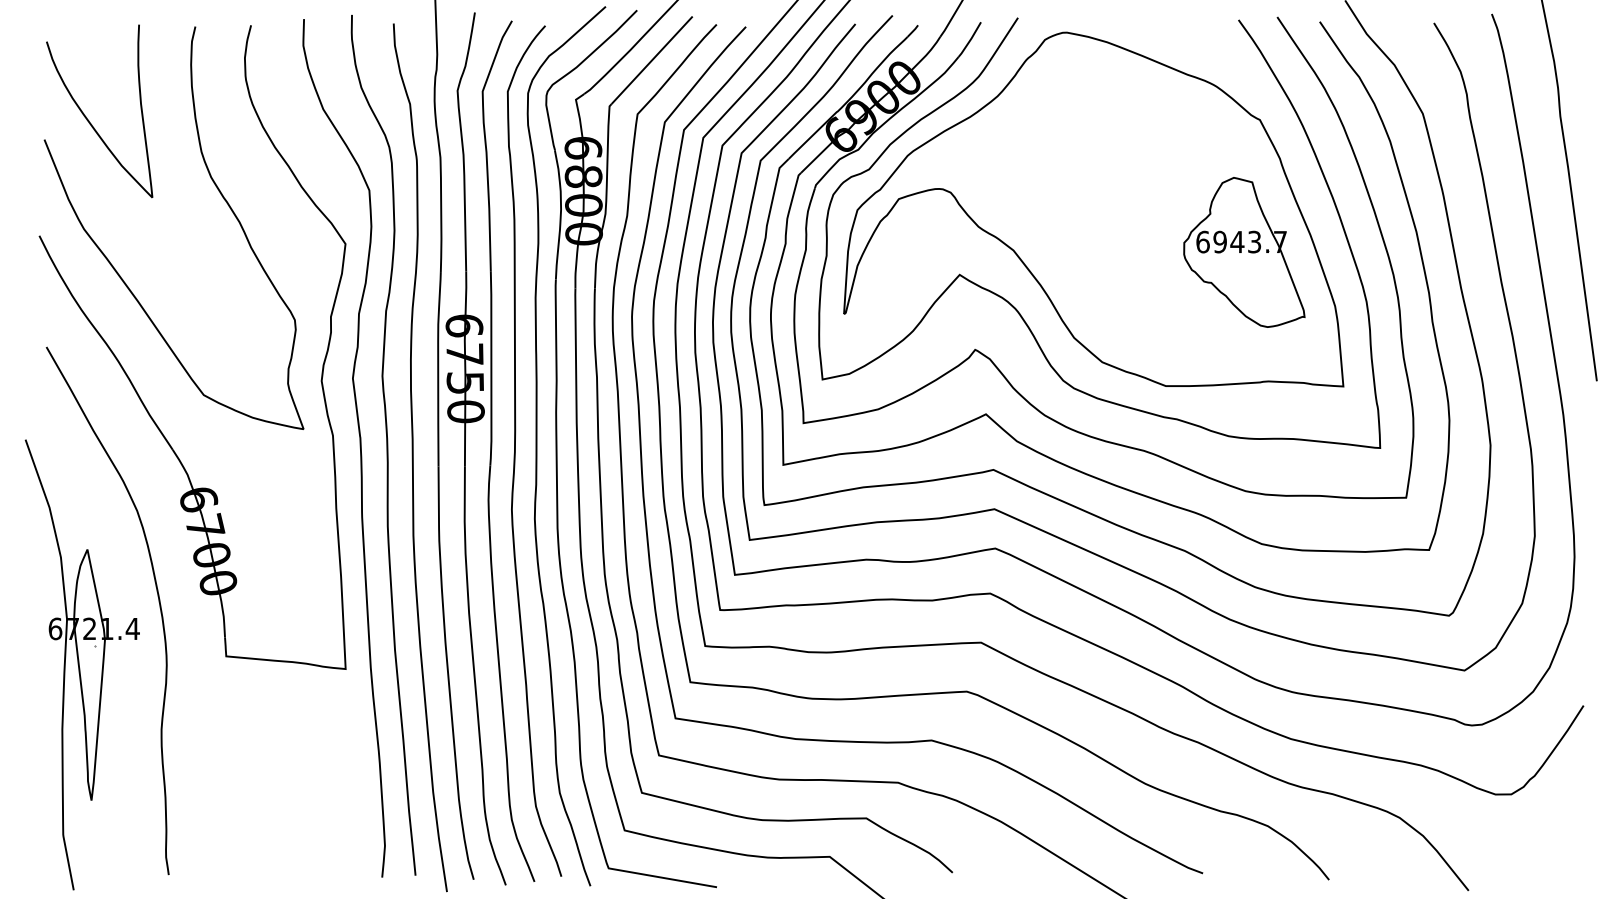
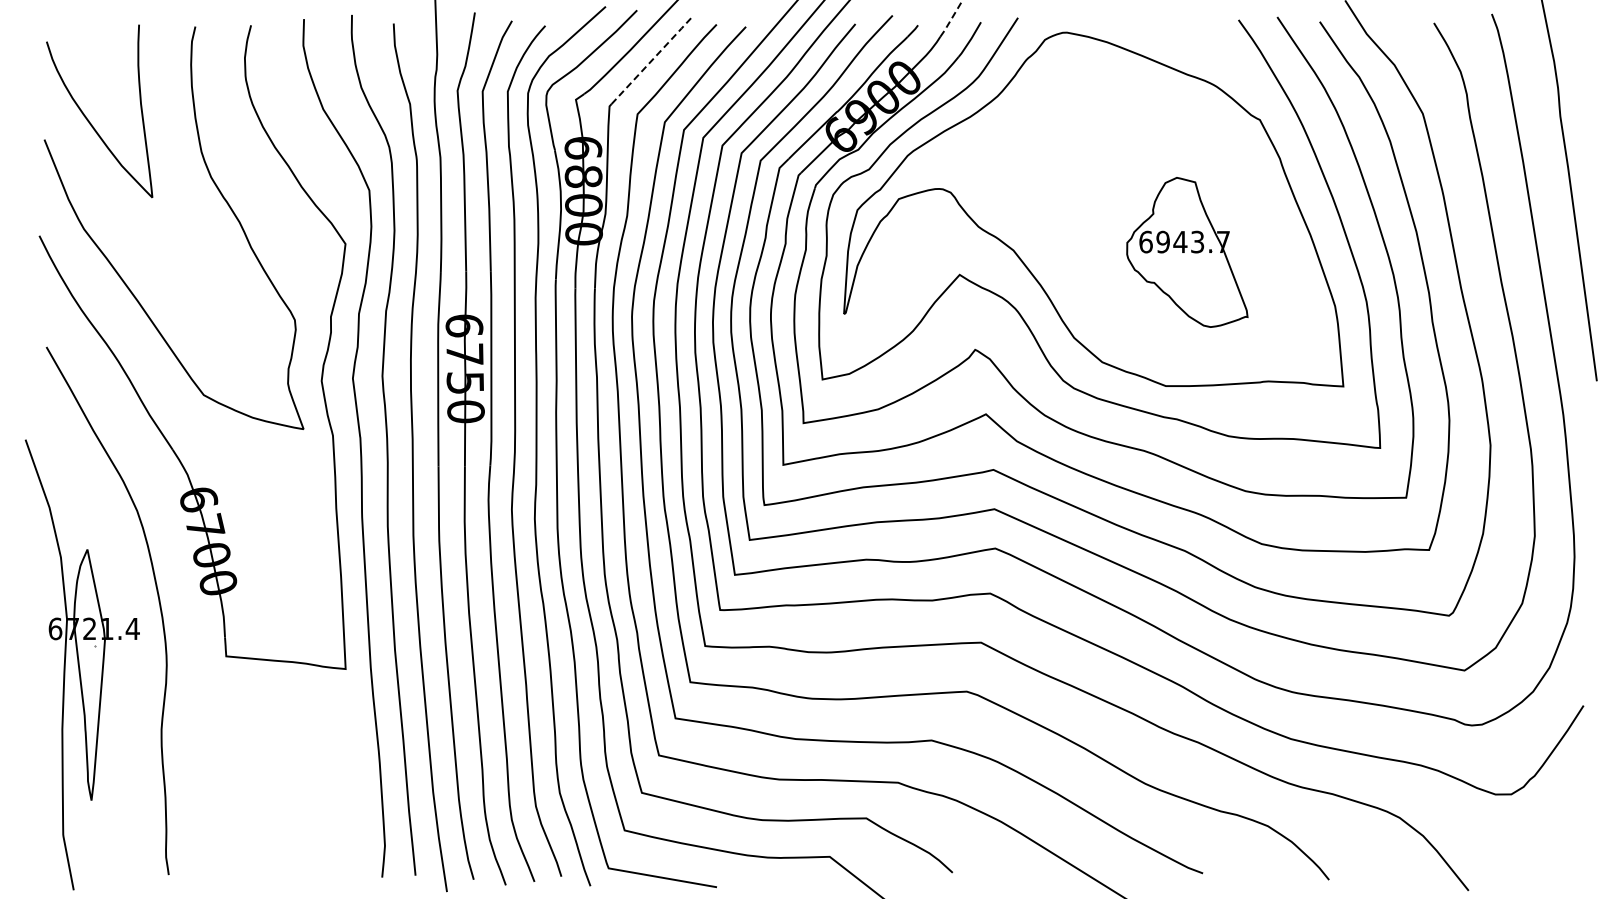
line at (951, 19): solid -> dashed
line at (652, 59): solid -> dashed
part at (1244, 252) position: (1244, 252) -> (1187, 252)
